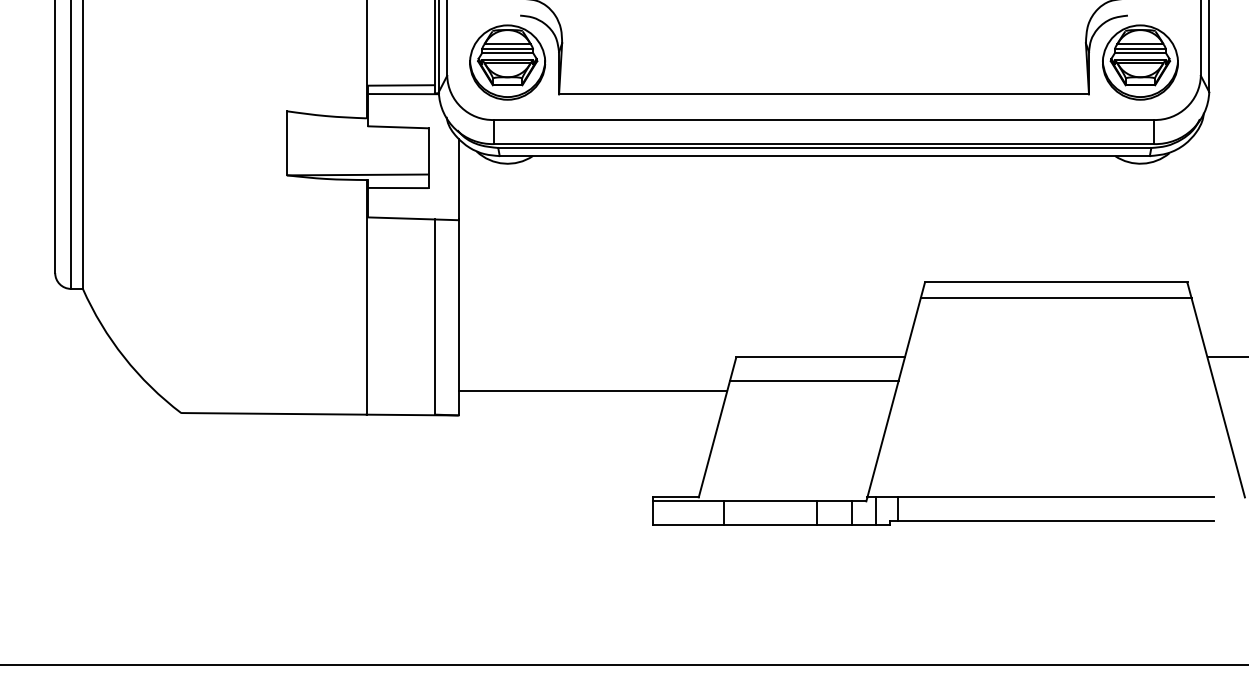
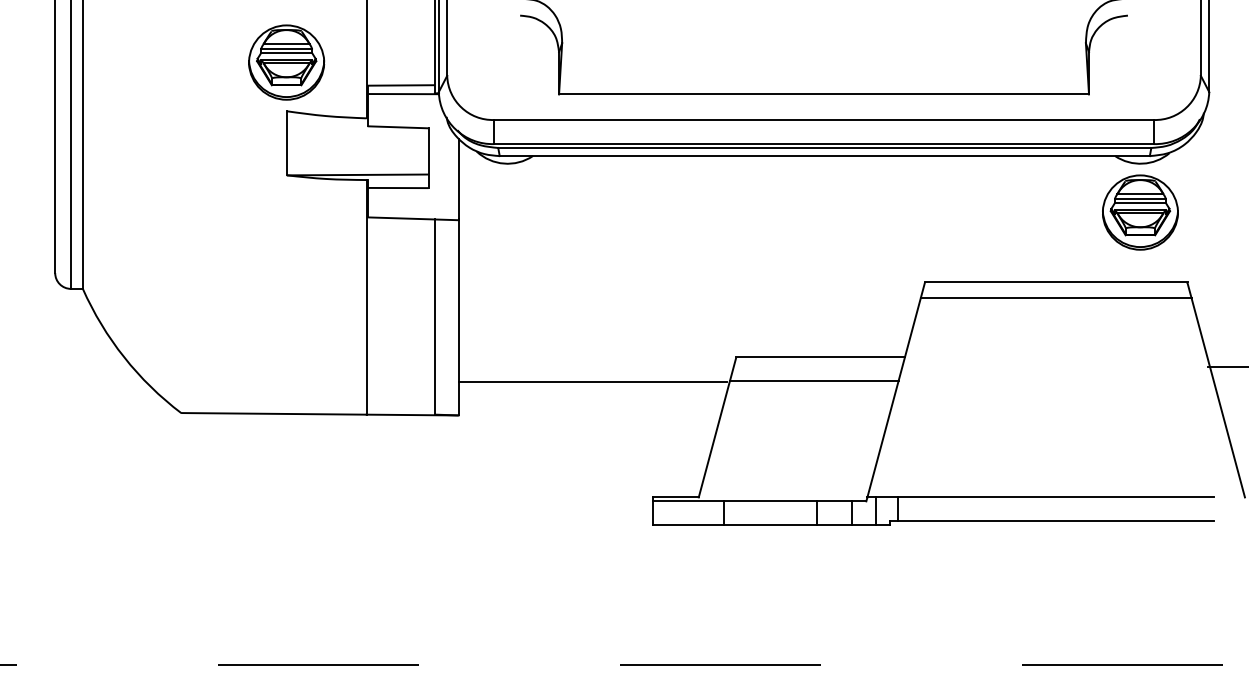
part at (507, 62) position: (507, 62) -> (286, 62)
part at (1140, 62) position: (1140, 62) -> (1140, 212)
line at (1226, 357) position: (1226, 357) -> (1226, 367)
line at (592, 390) position: (592, 390) -> (592, 381)
line at (624, 665): solid -> dashed
